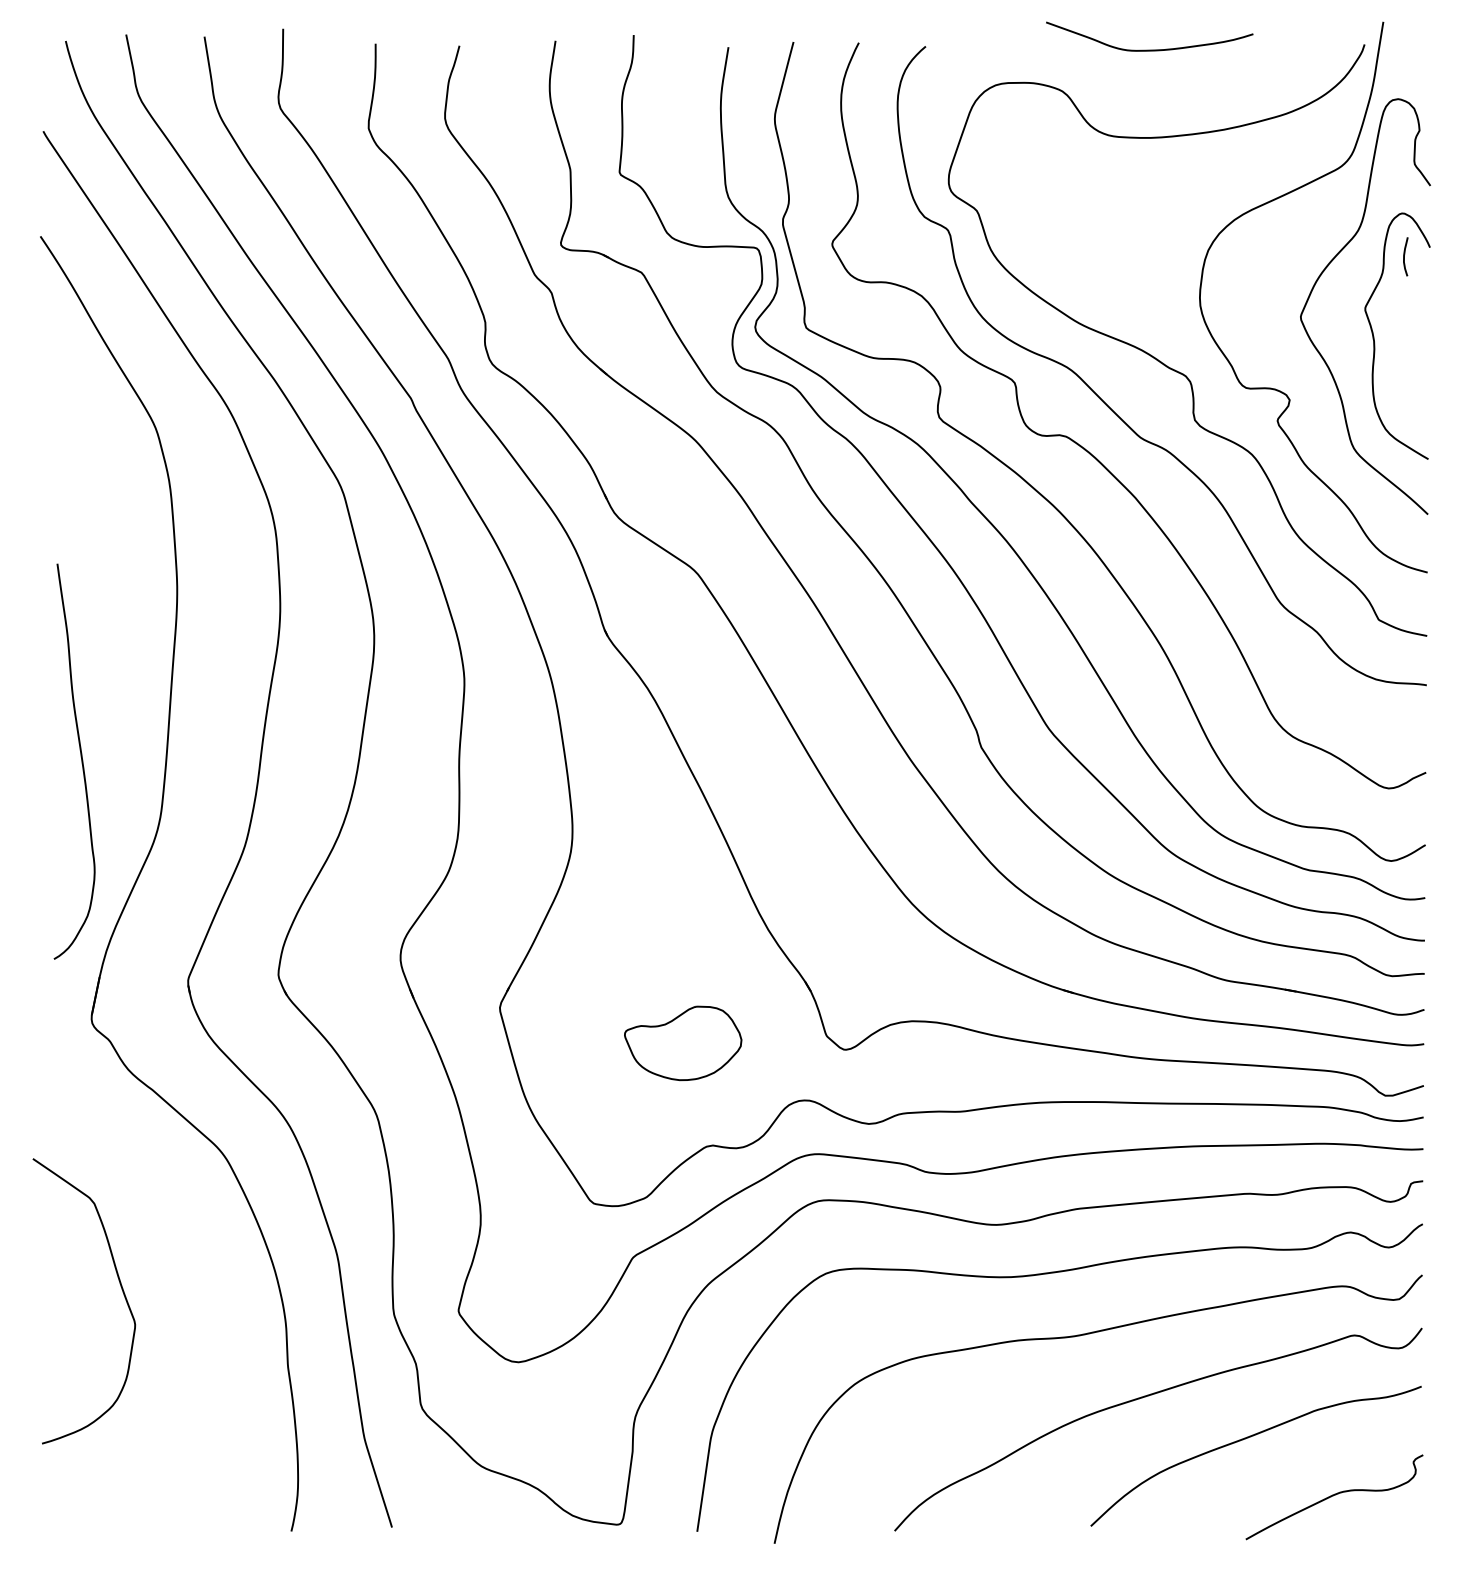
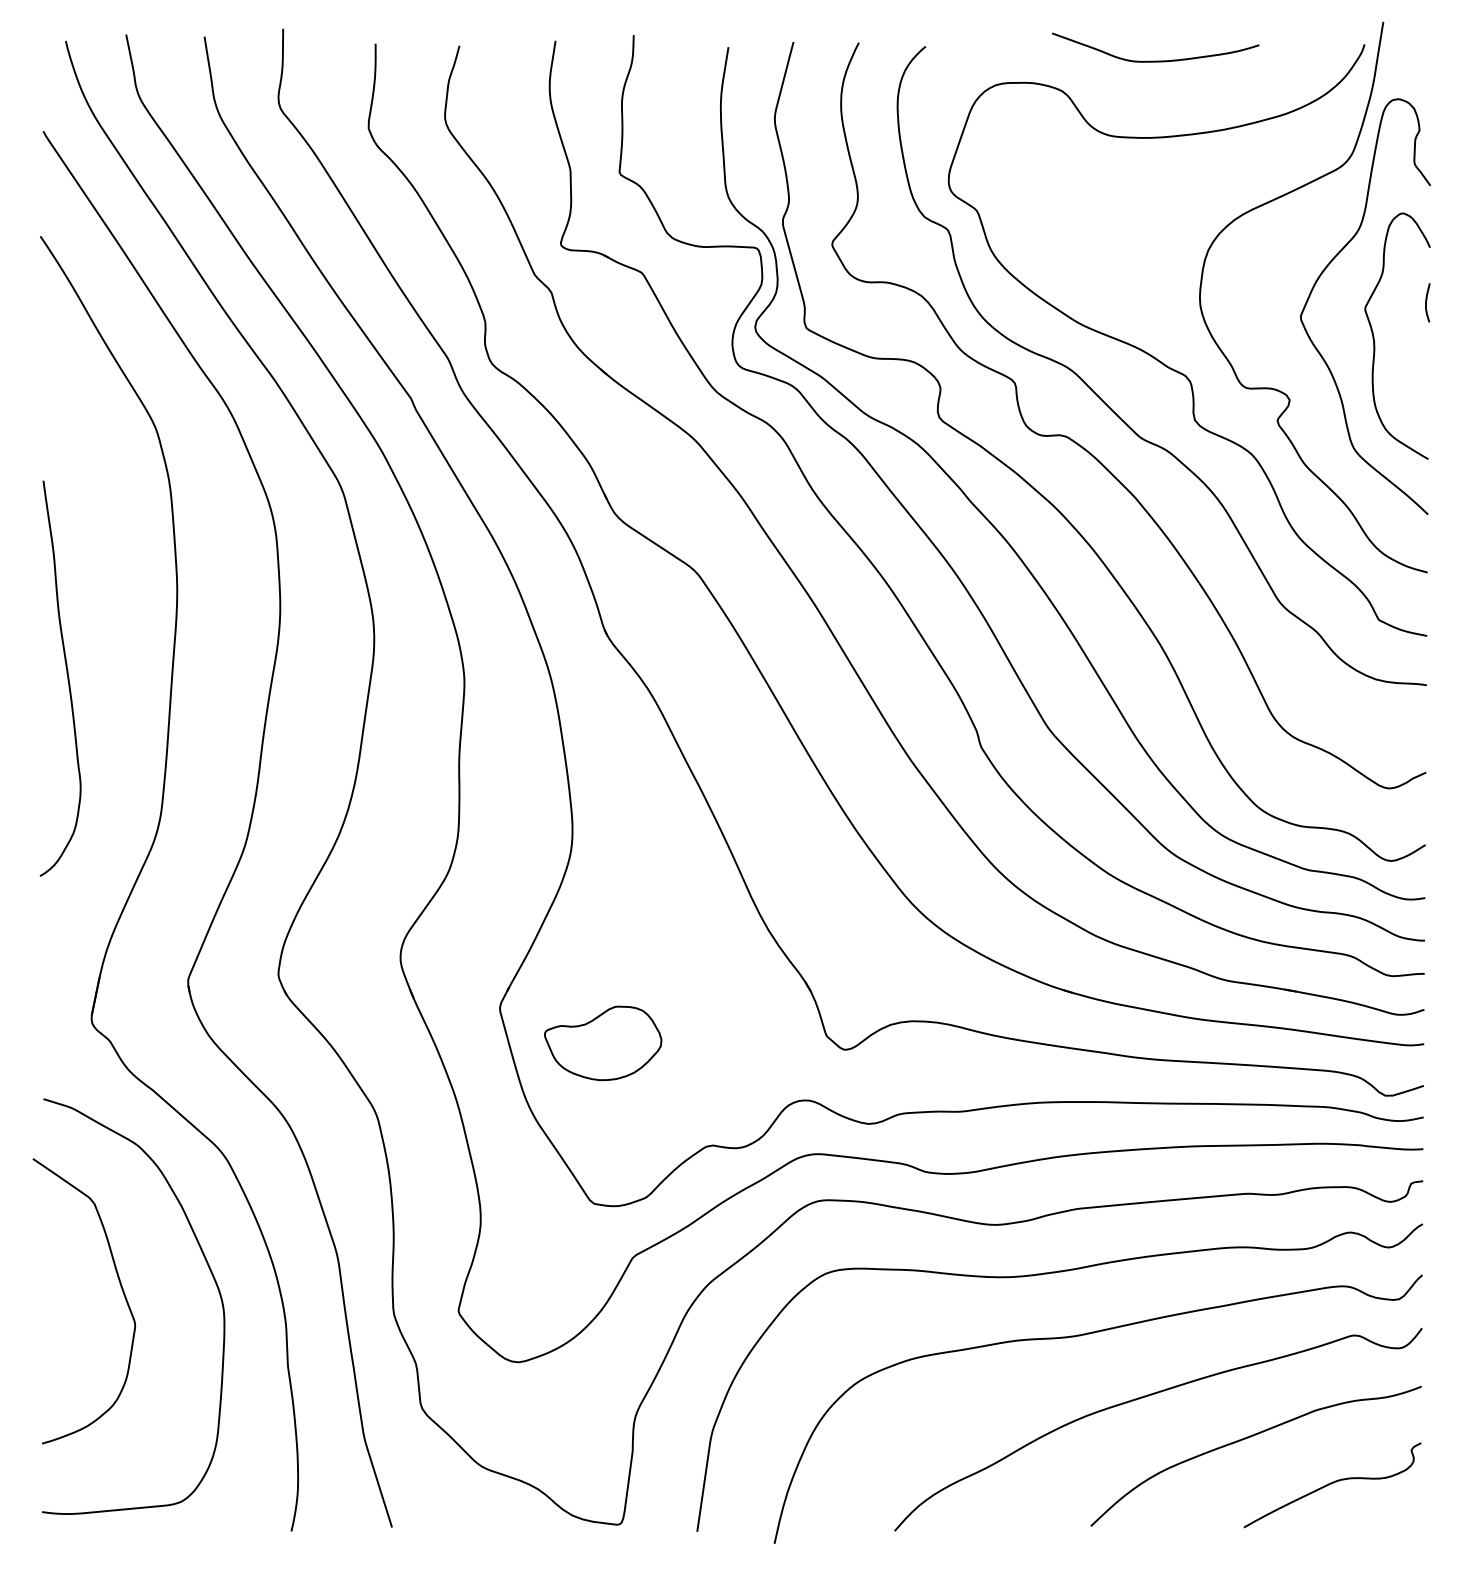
curve at (1149, 49) position: (1149, 49) -> (1155, 60)
curve at (1404, 256) position: (1404, 256) -> (1426, 302)
curve at (81, 761) position: (81, 761) -> (67, 678)
part at (683, 1043) position: (683, 1043) -> (603, 1043)
curve at (209, 1270): none -> present
curve at (1333, 1496) position: (1333, 1496) -> (1331, 1484)
